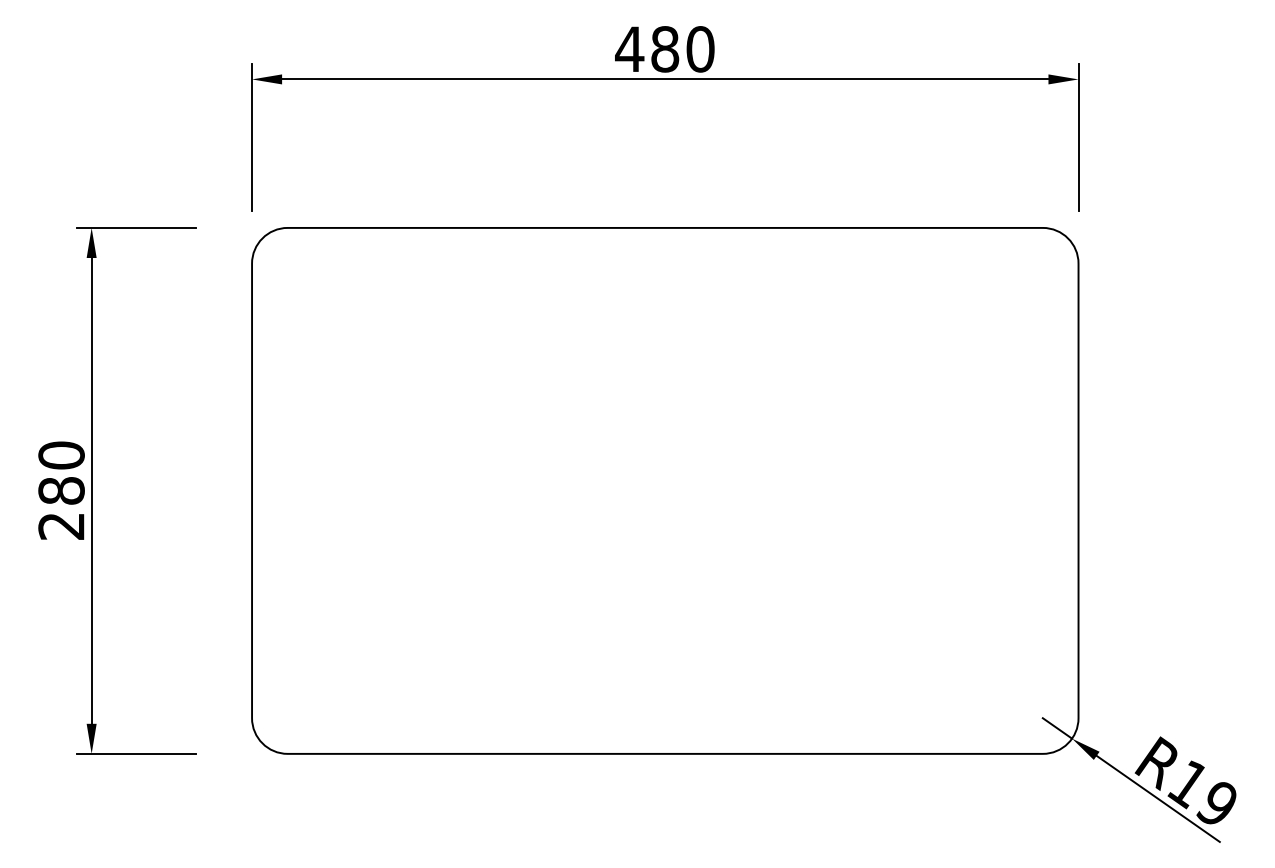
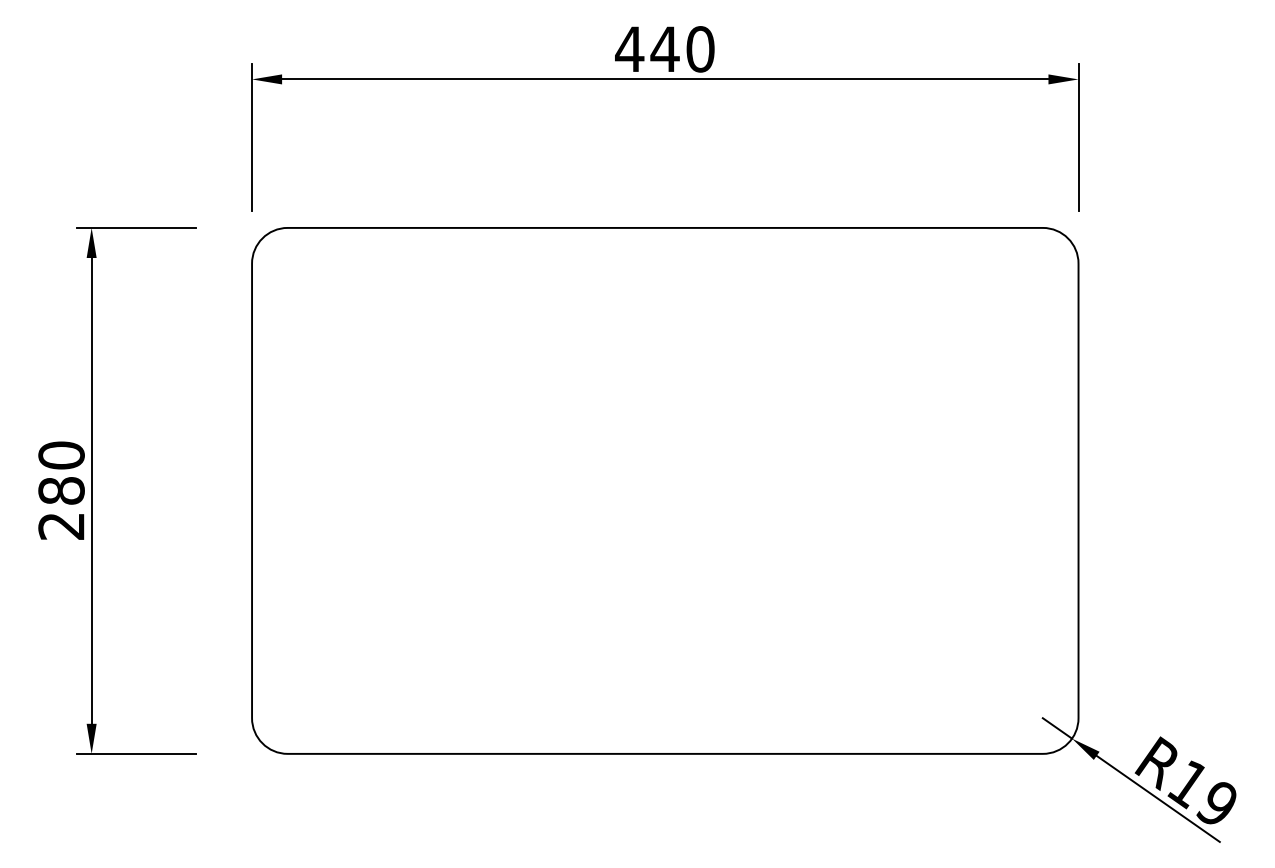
text at (664, 49): 480 -> 440
